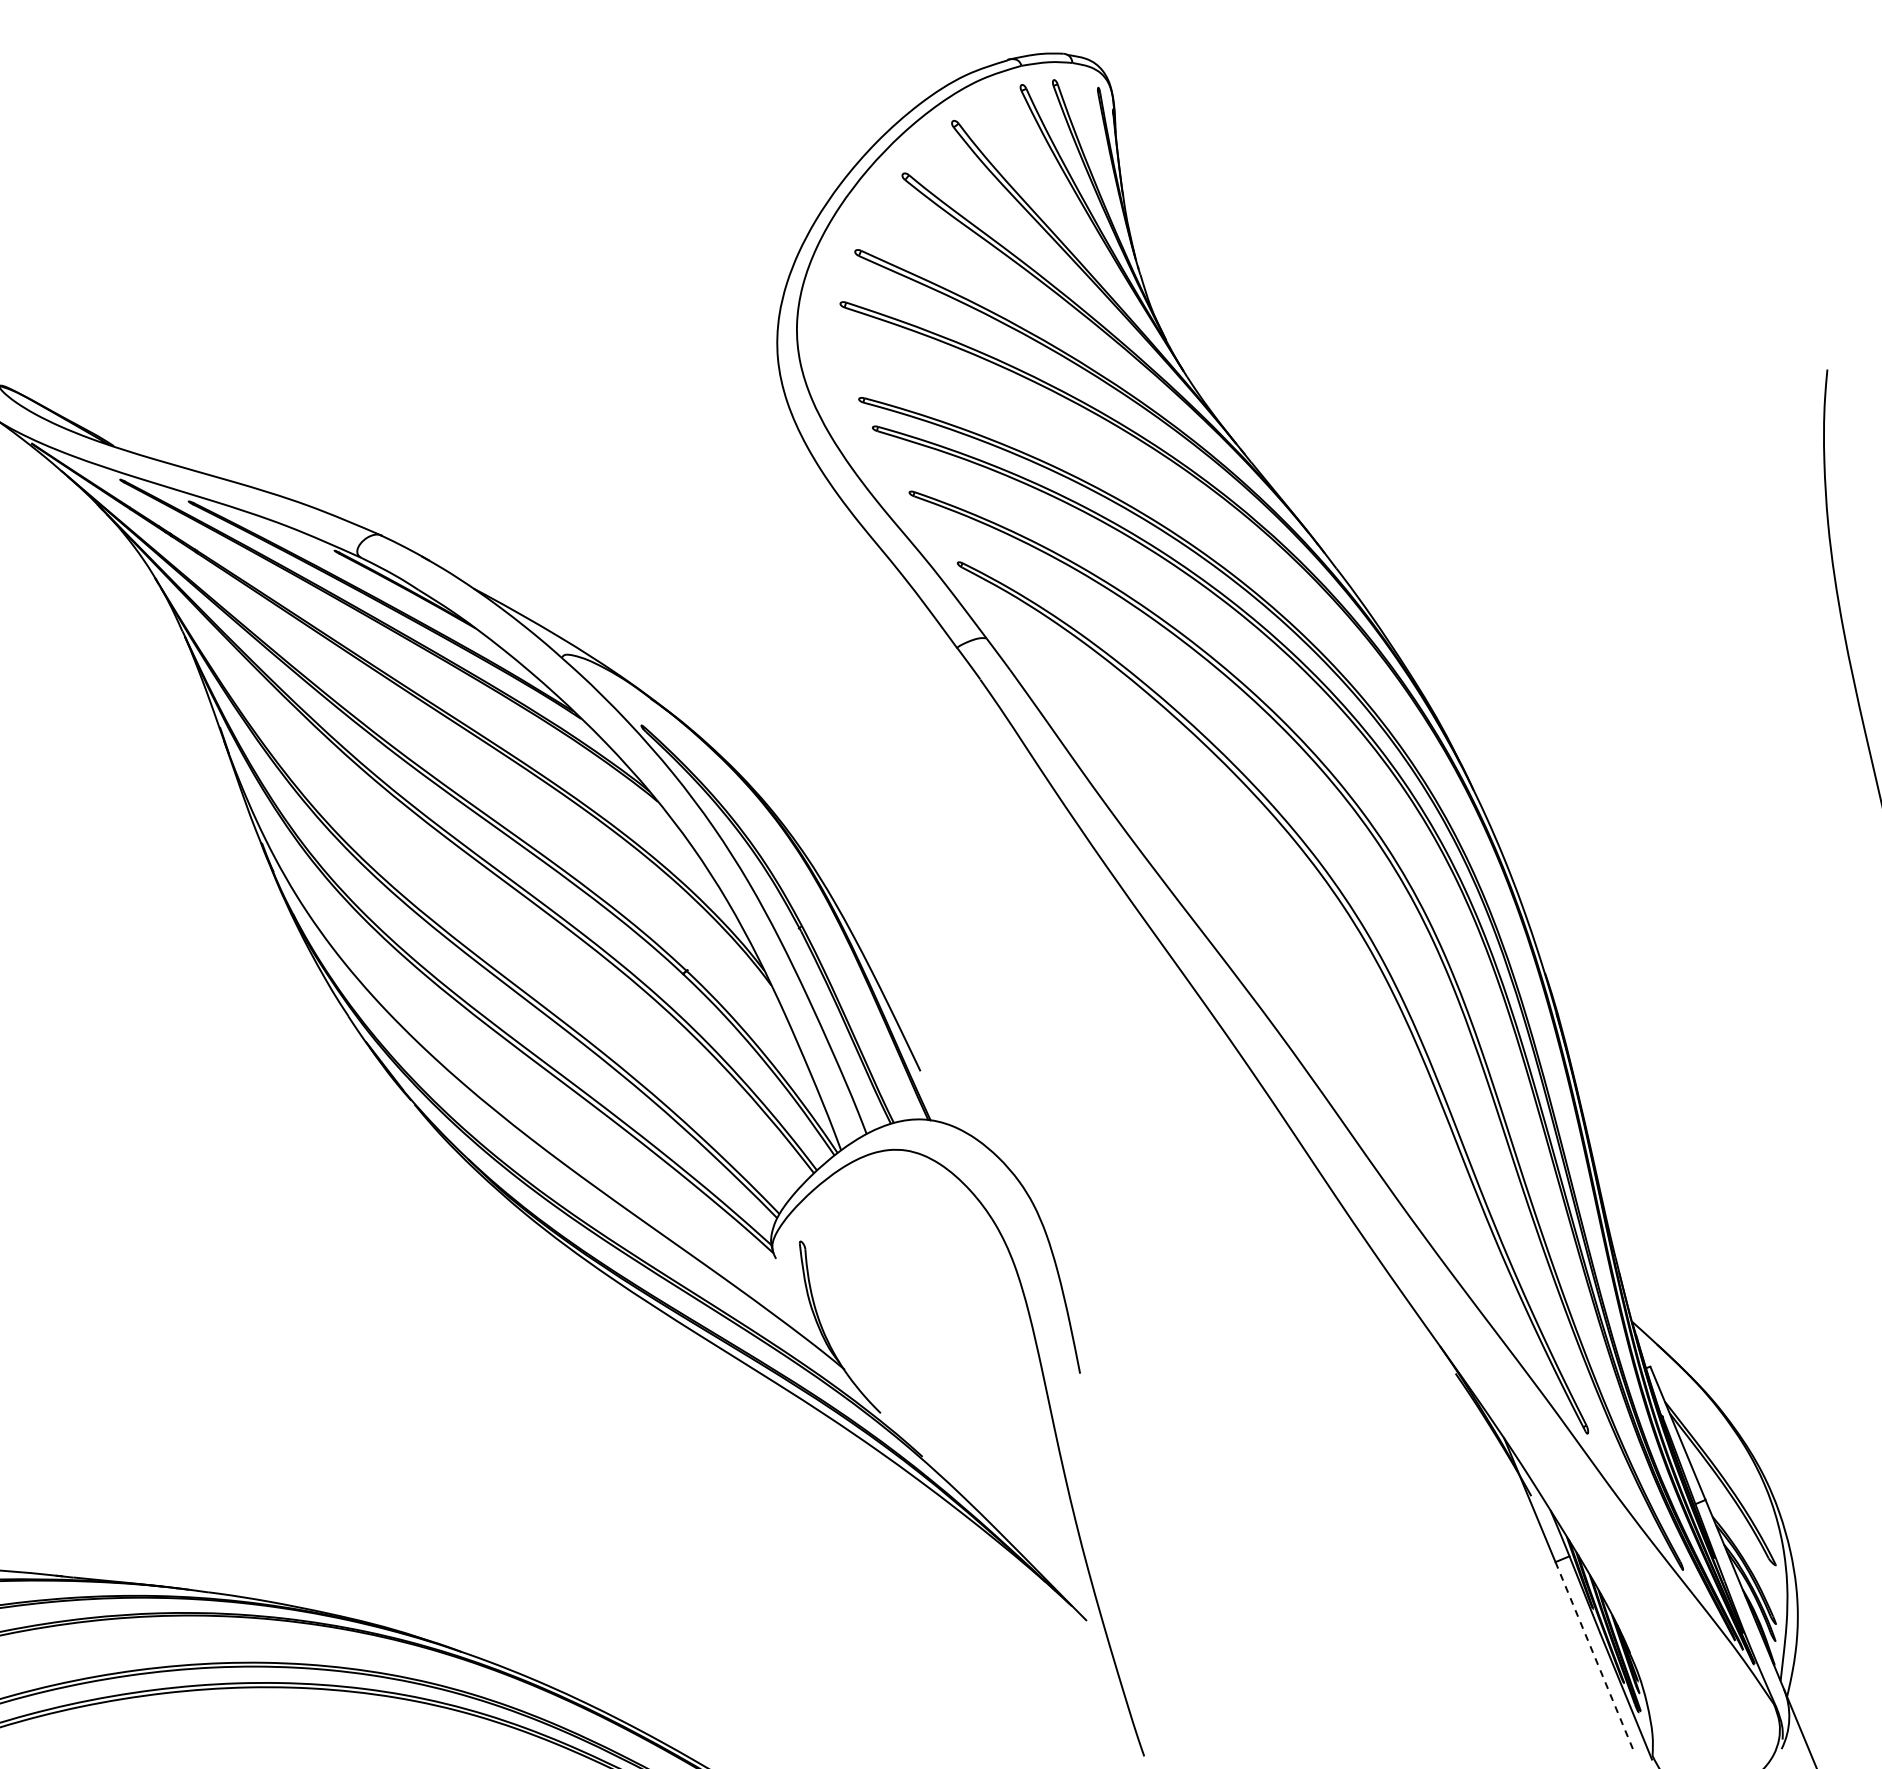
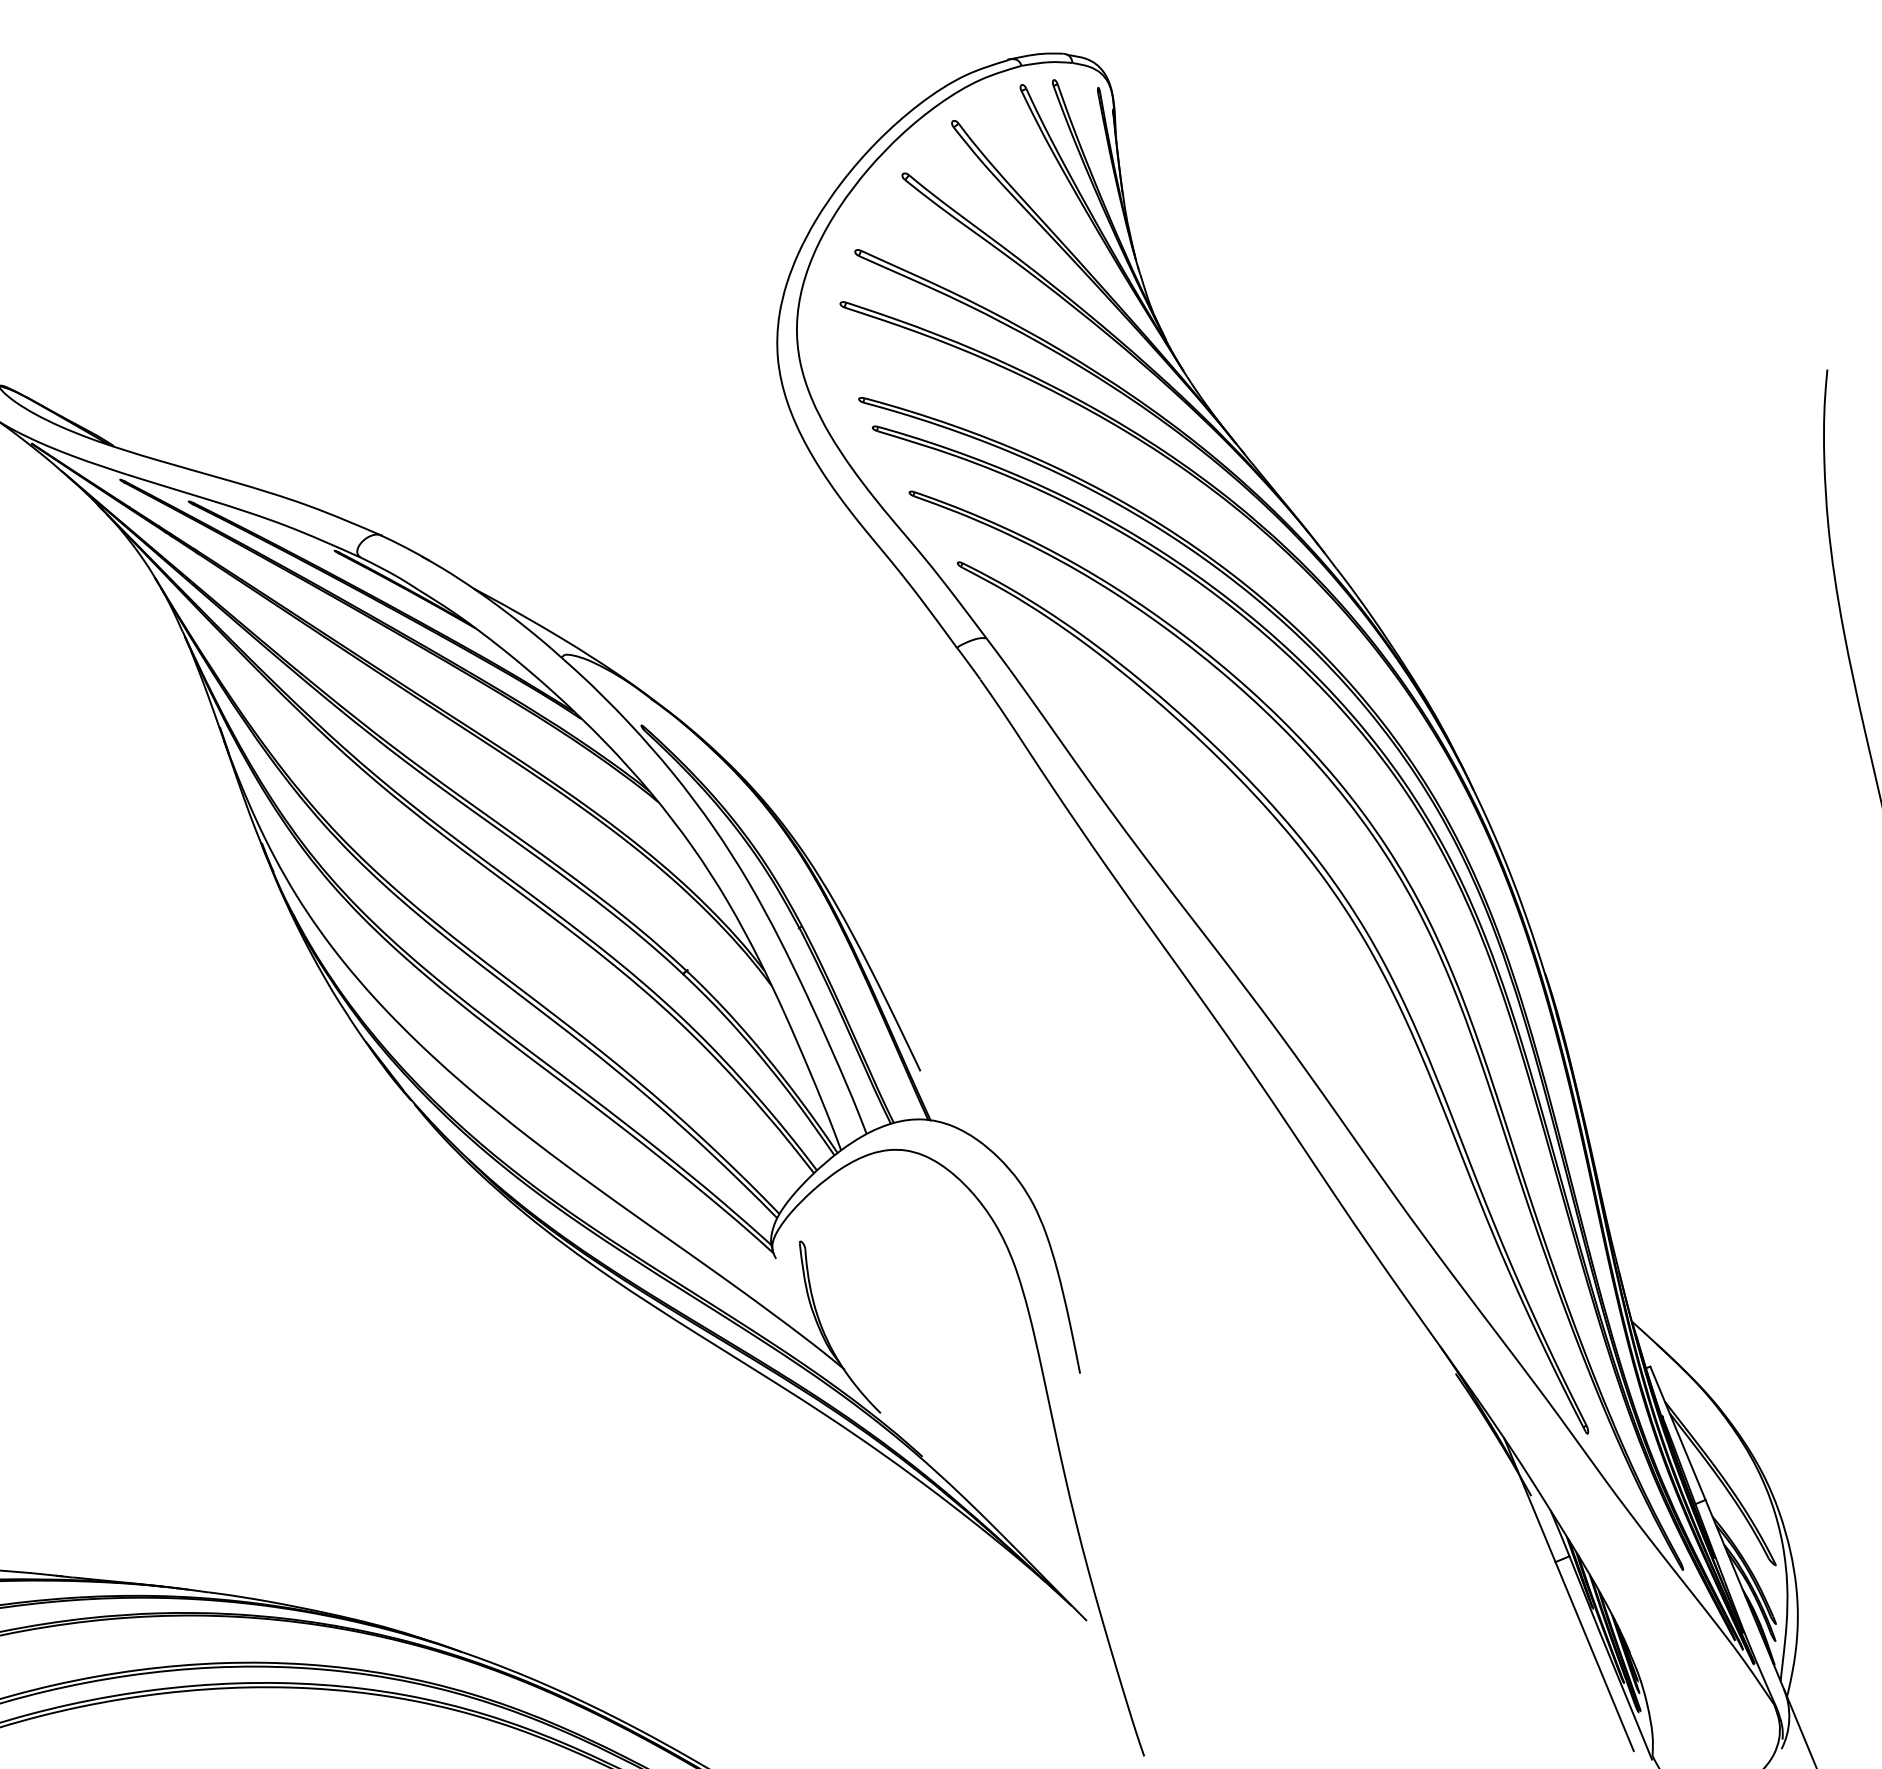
line at (1594, 1657): dashed -> solid
